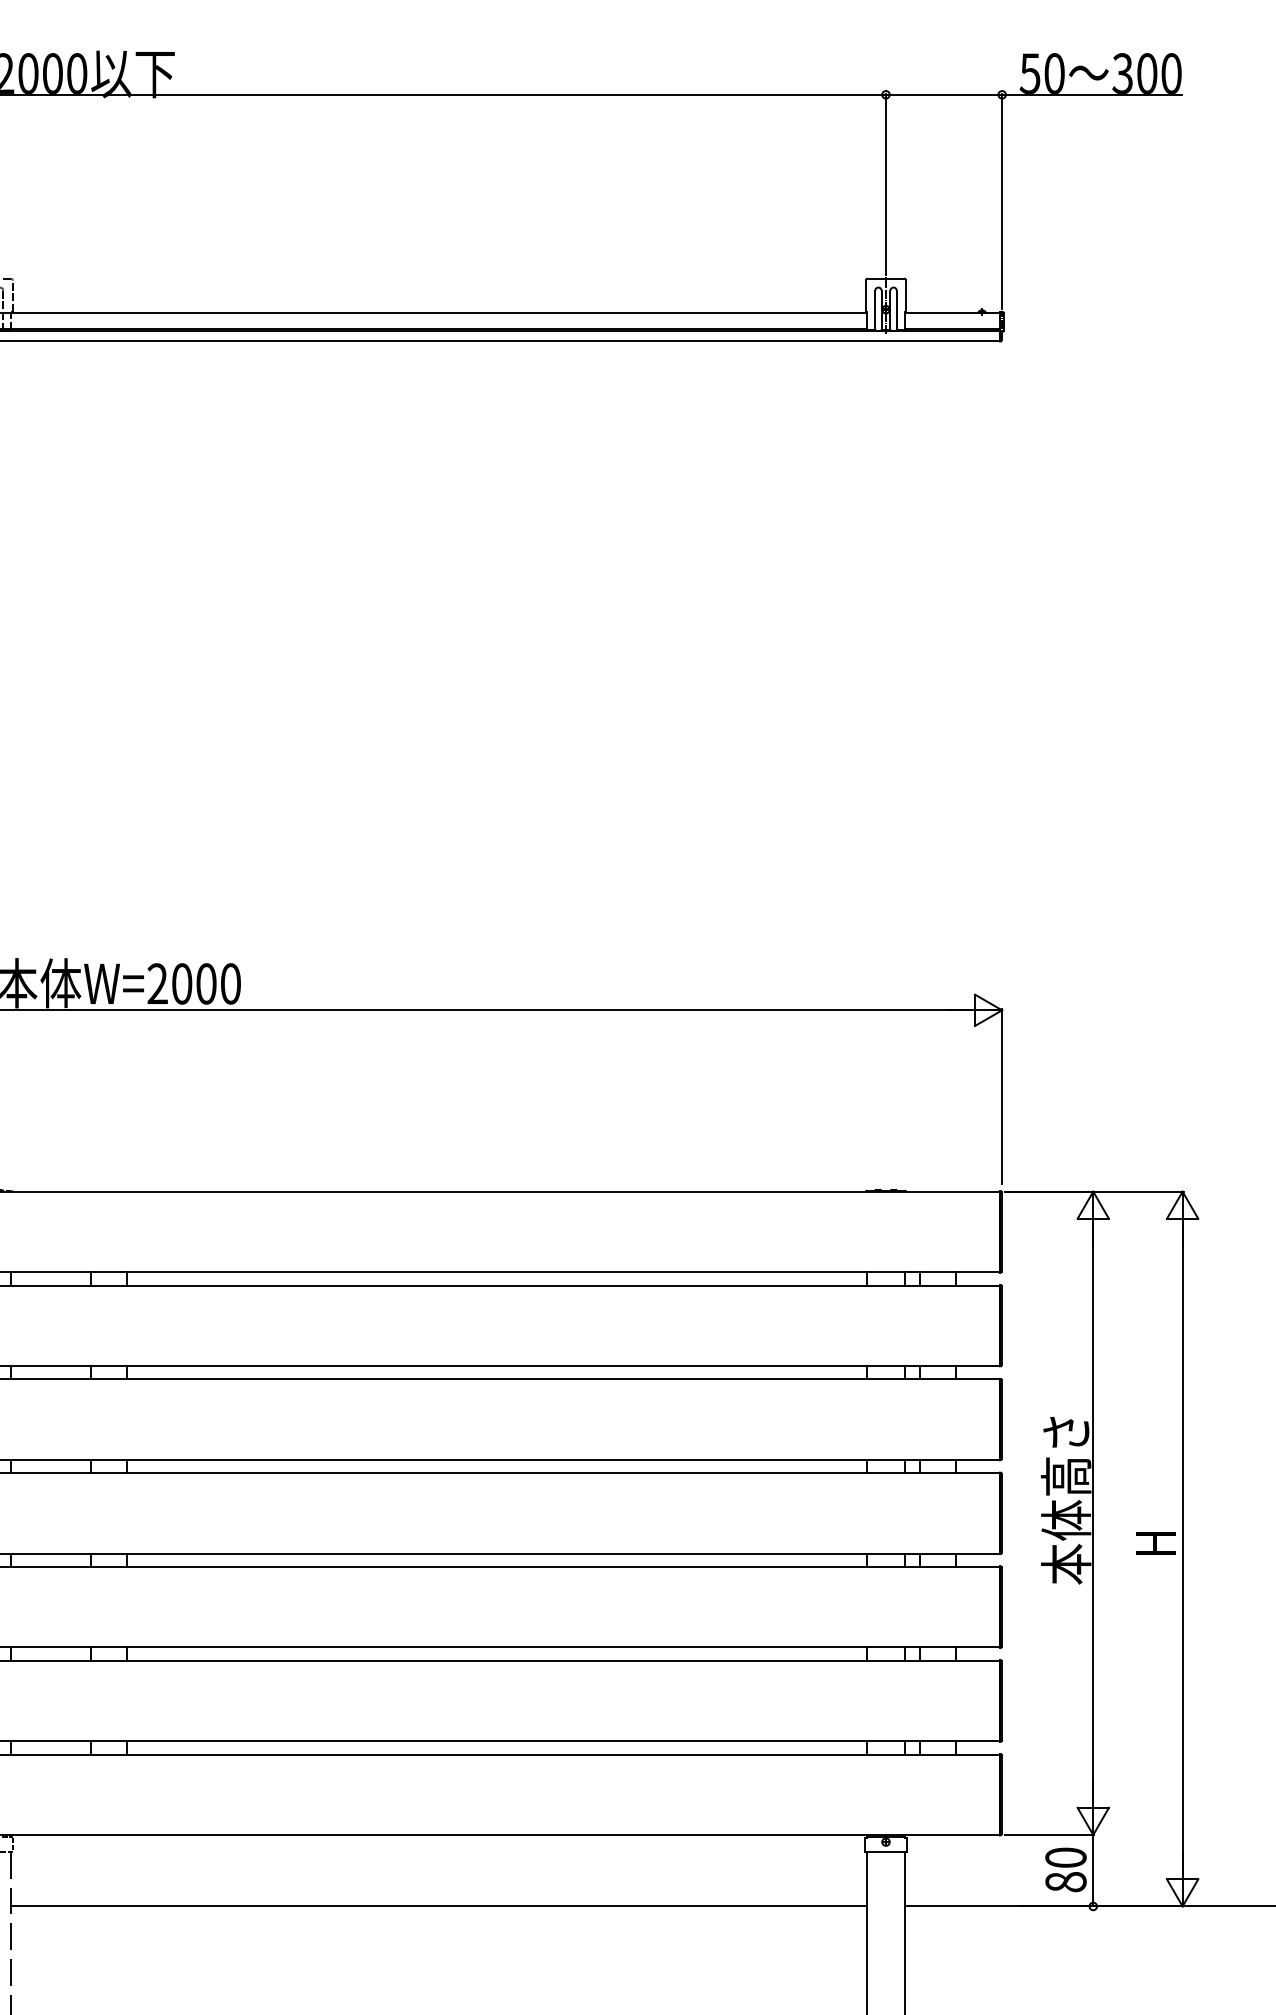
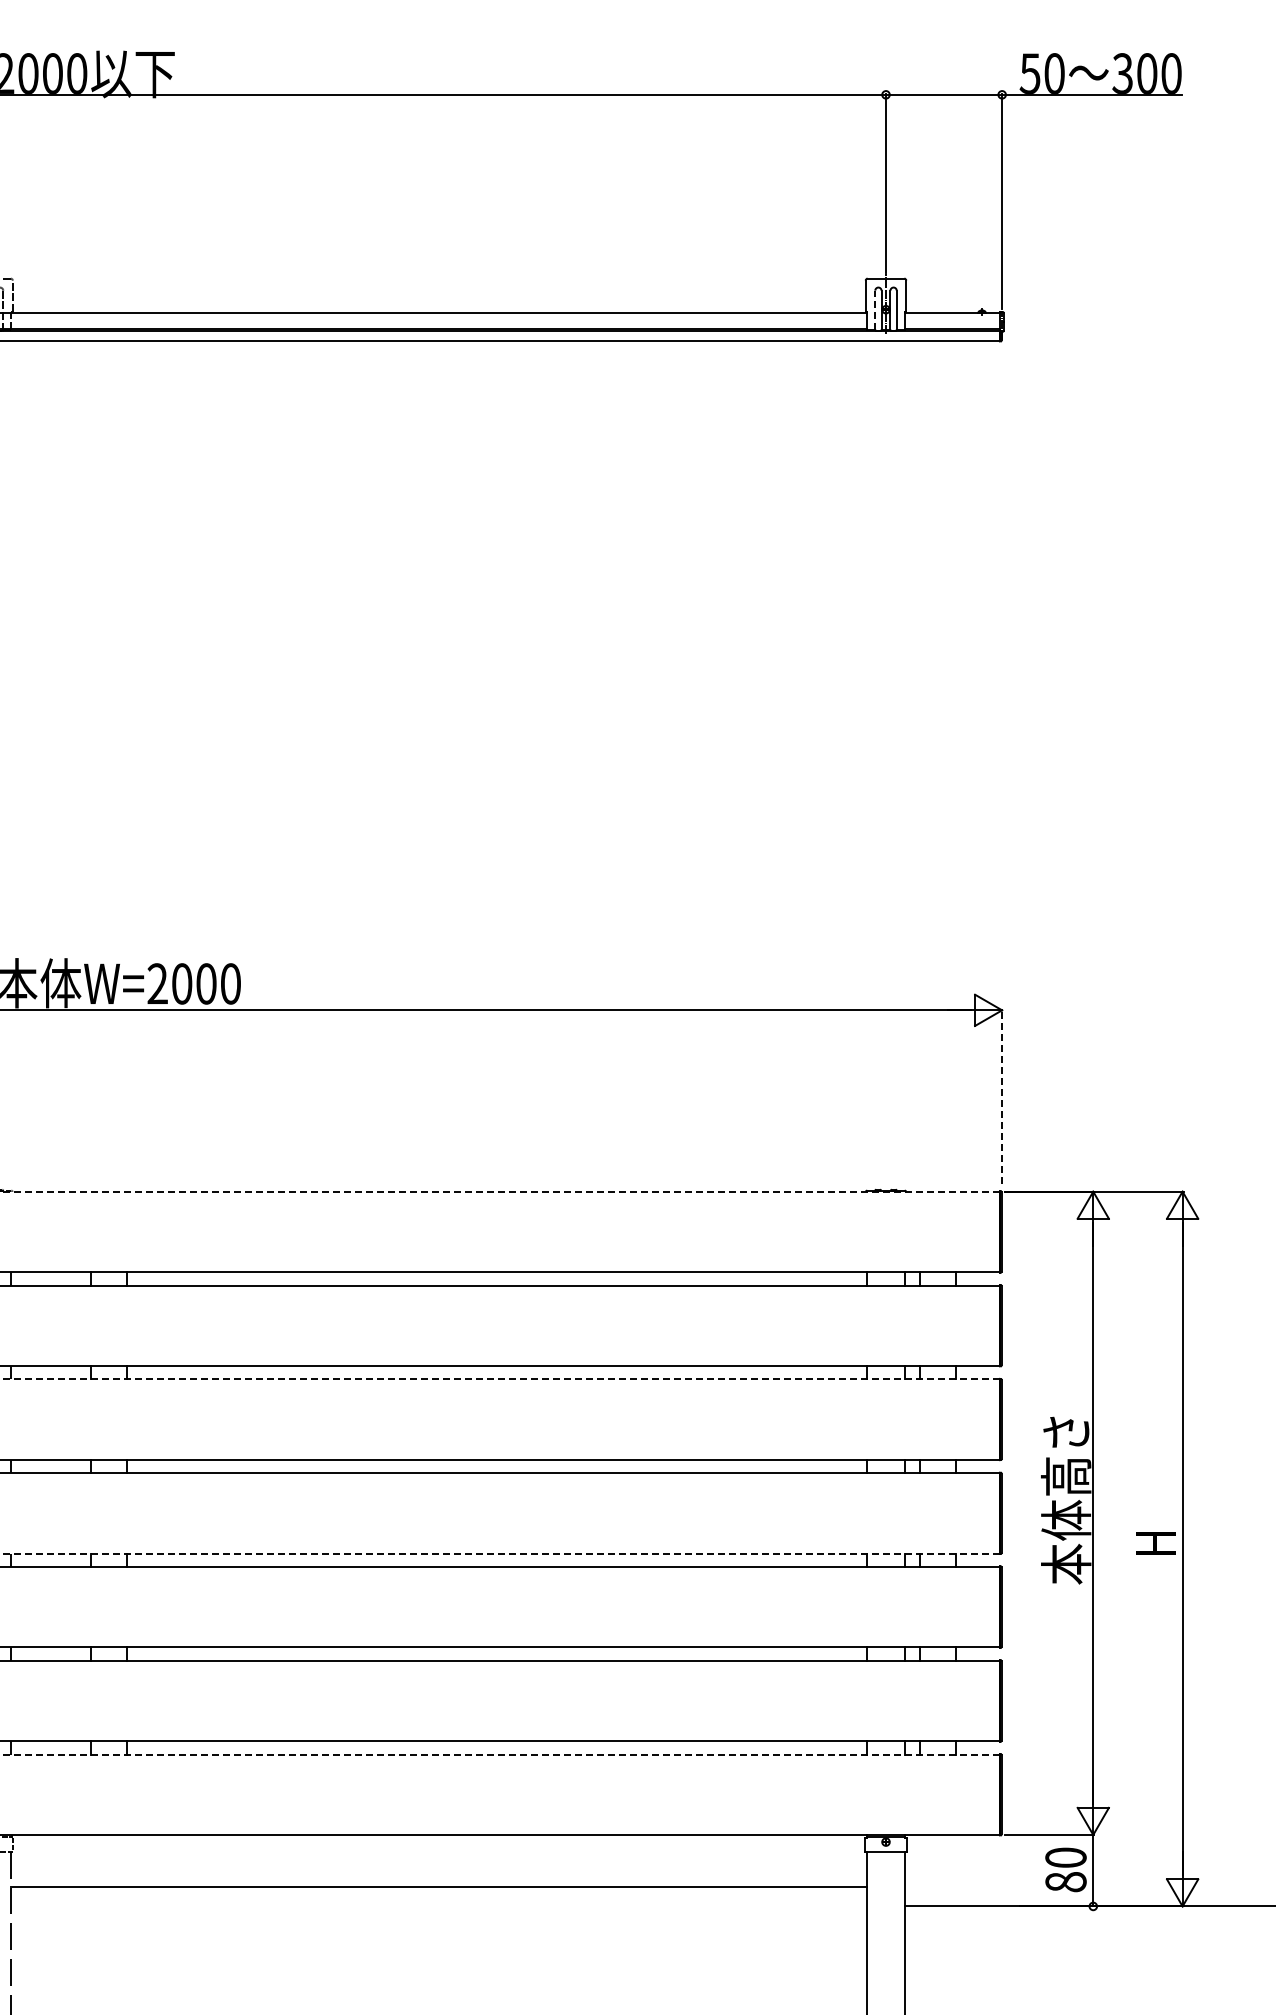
line at (875, 309): solid -> dashed
line at (1002, 1096): solid -> dashed
line at (500, 1191): solid -> dashed
line at (500, 1379): solid -> dashed
line at (500, 1553): solid -> dashed
line at (500, 1754): solid -> dashed
line at (439, 1906) position: (439, 1906) -> (439, 1887)
